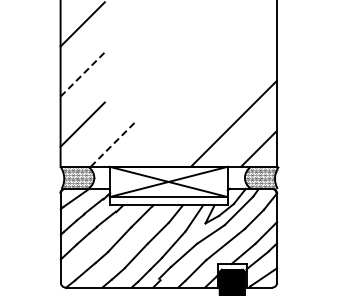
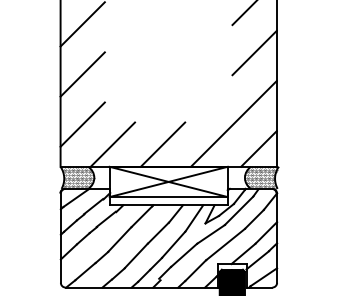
line at (243, 13): none -> present
line at (254, 52): none -> present
line at (83, 74): dashed -> solid
line at (113, 144): dashed -> solid
line at (162, 144): none -> present
